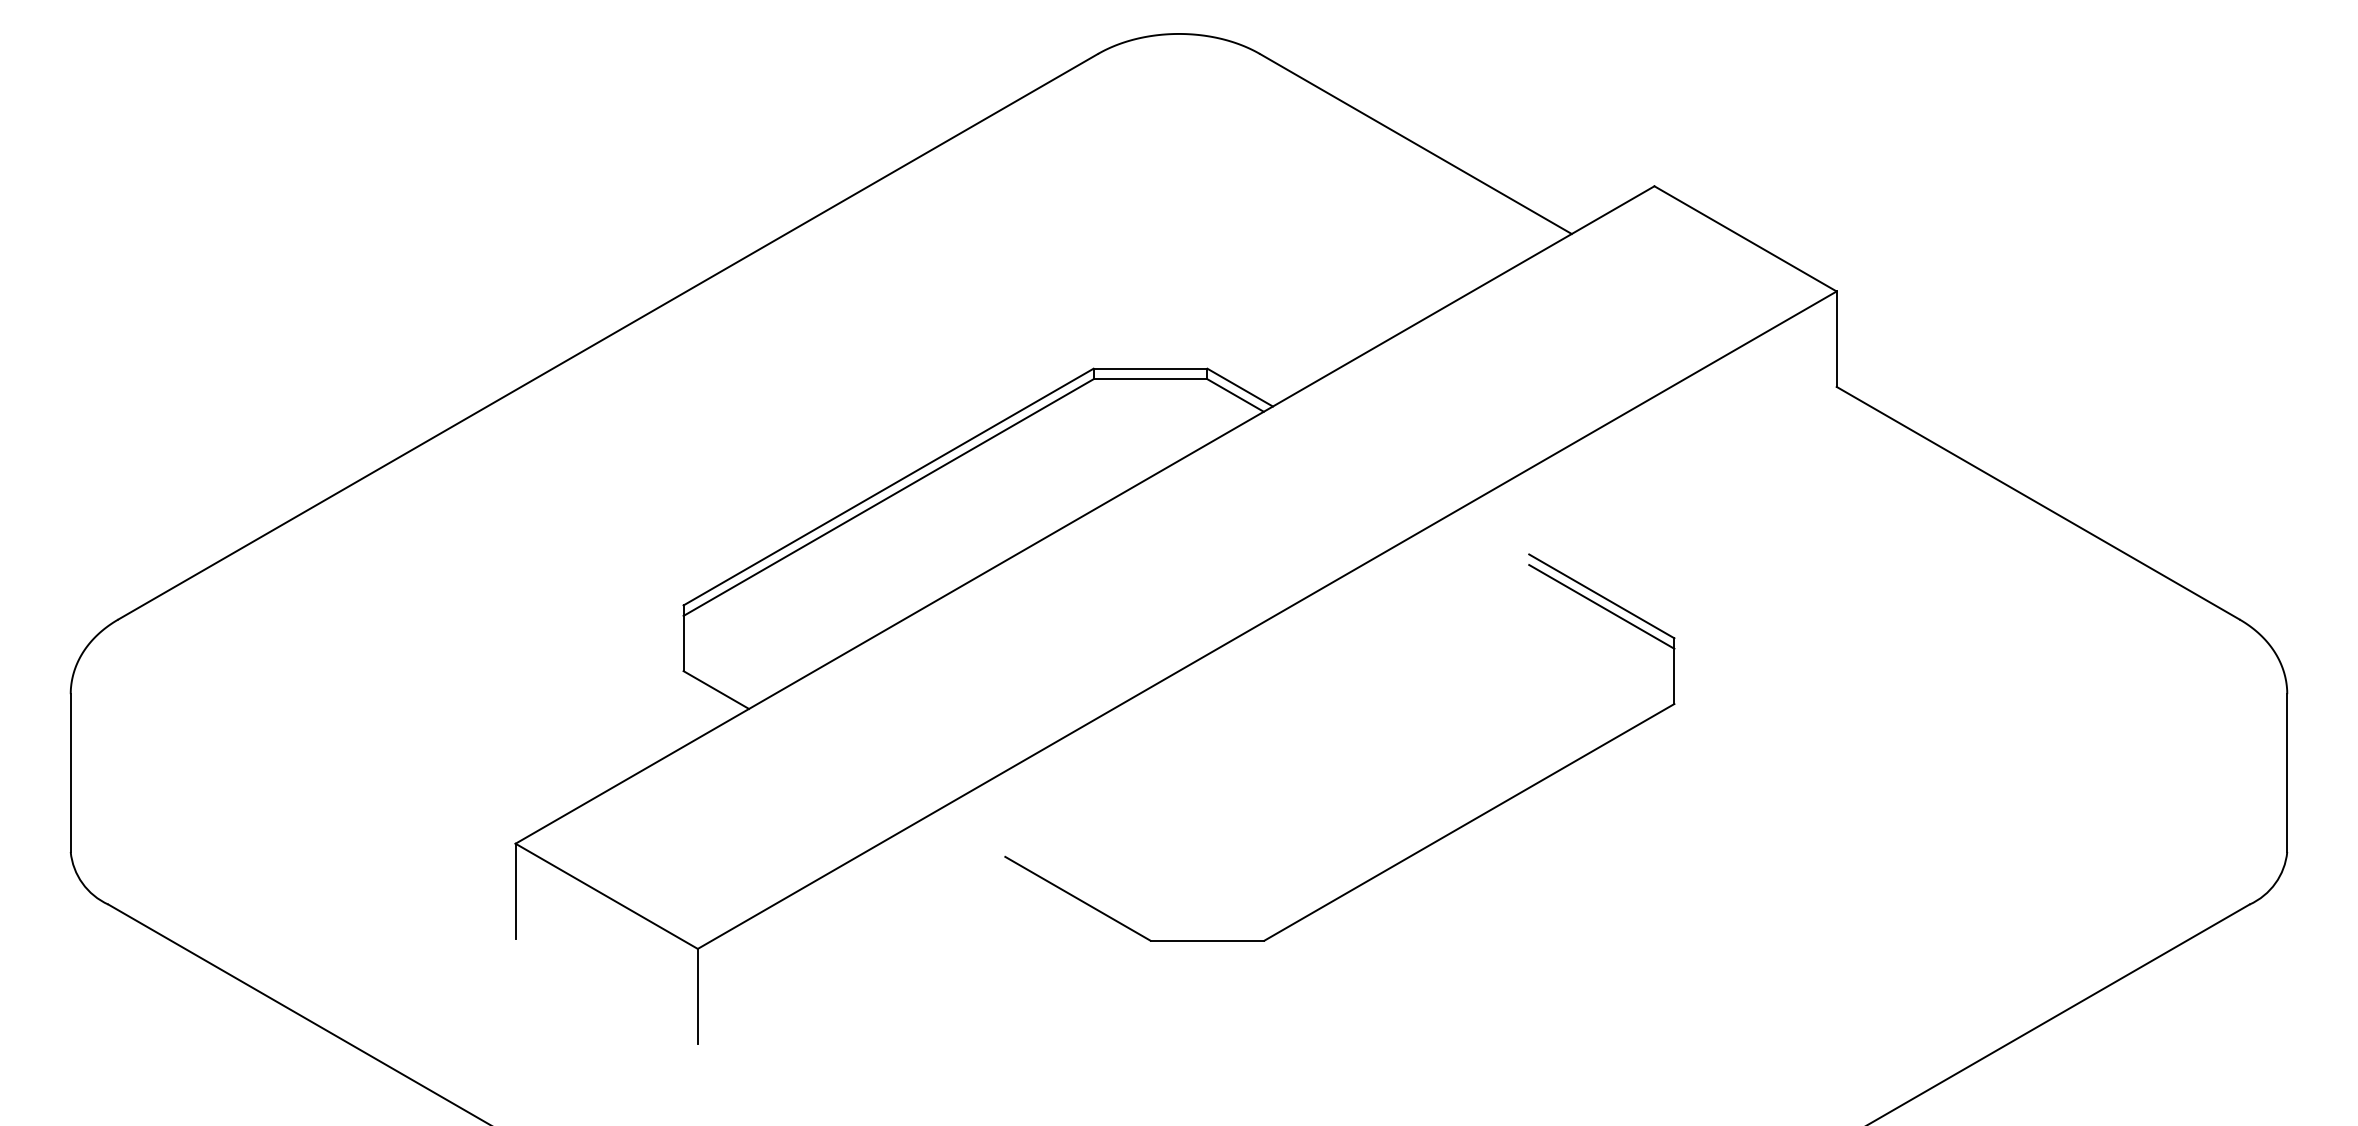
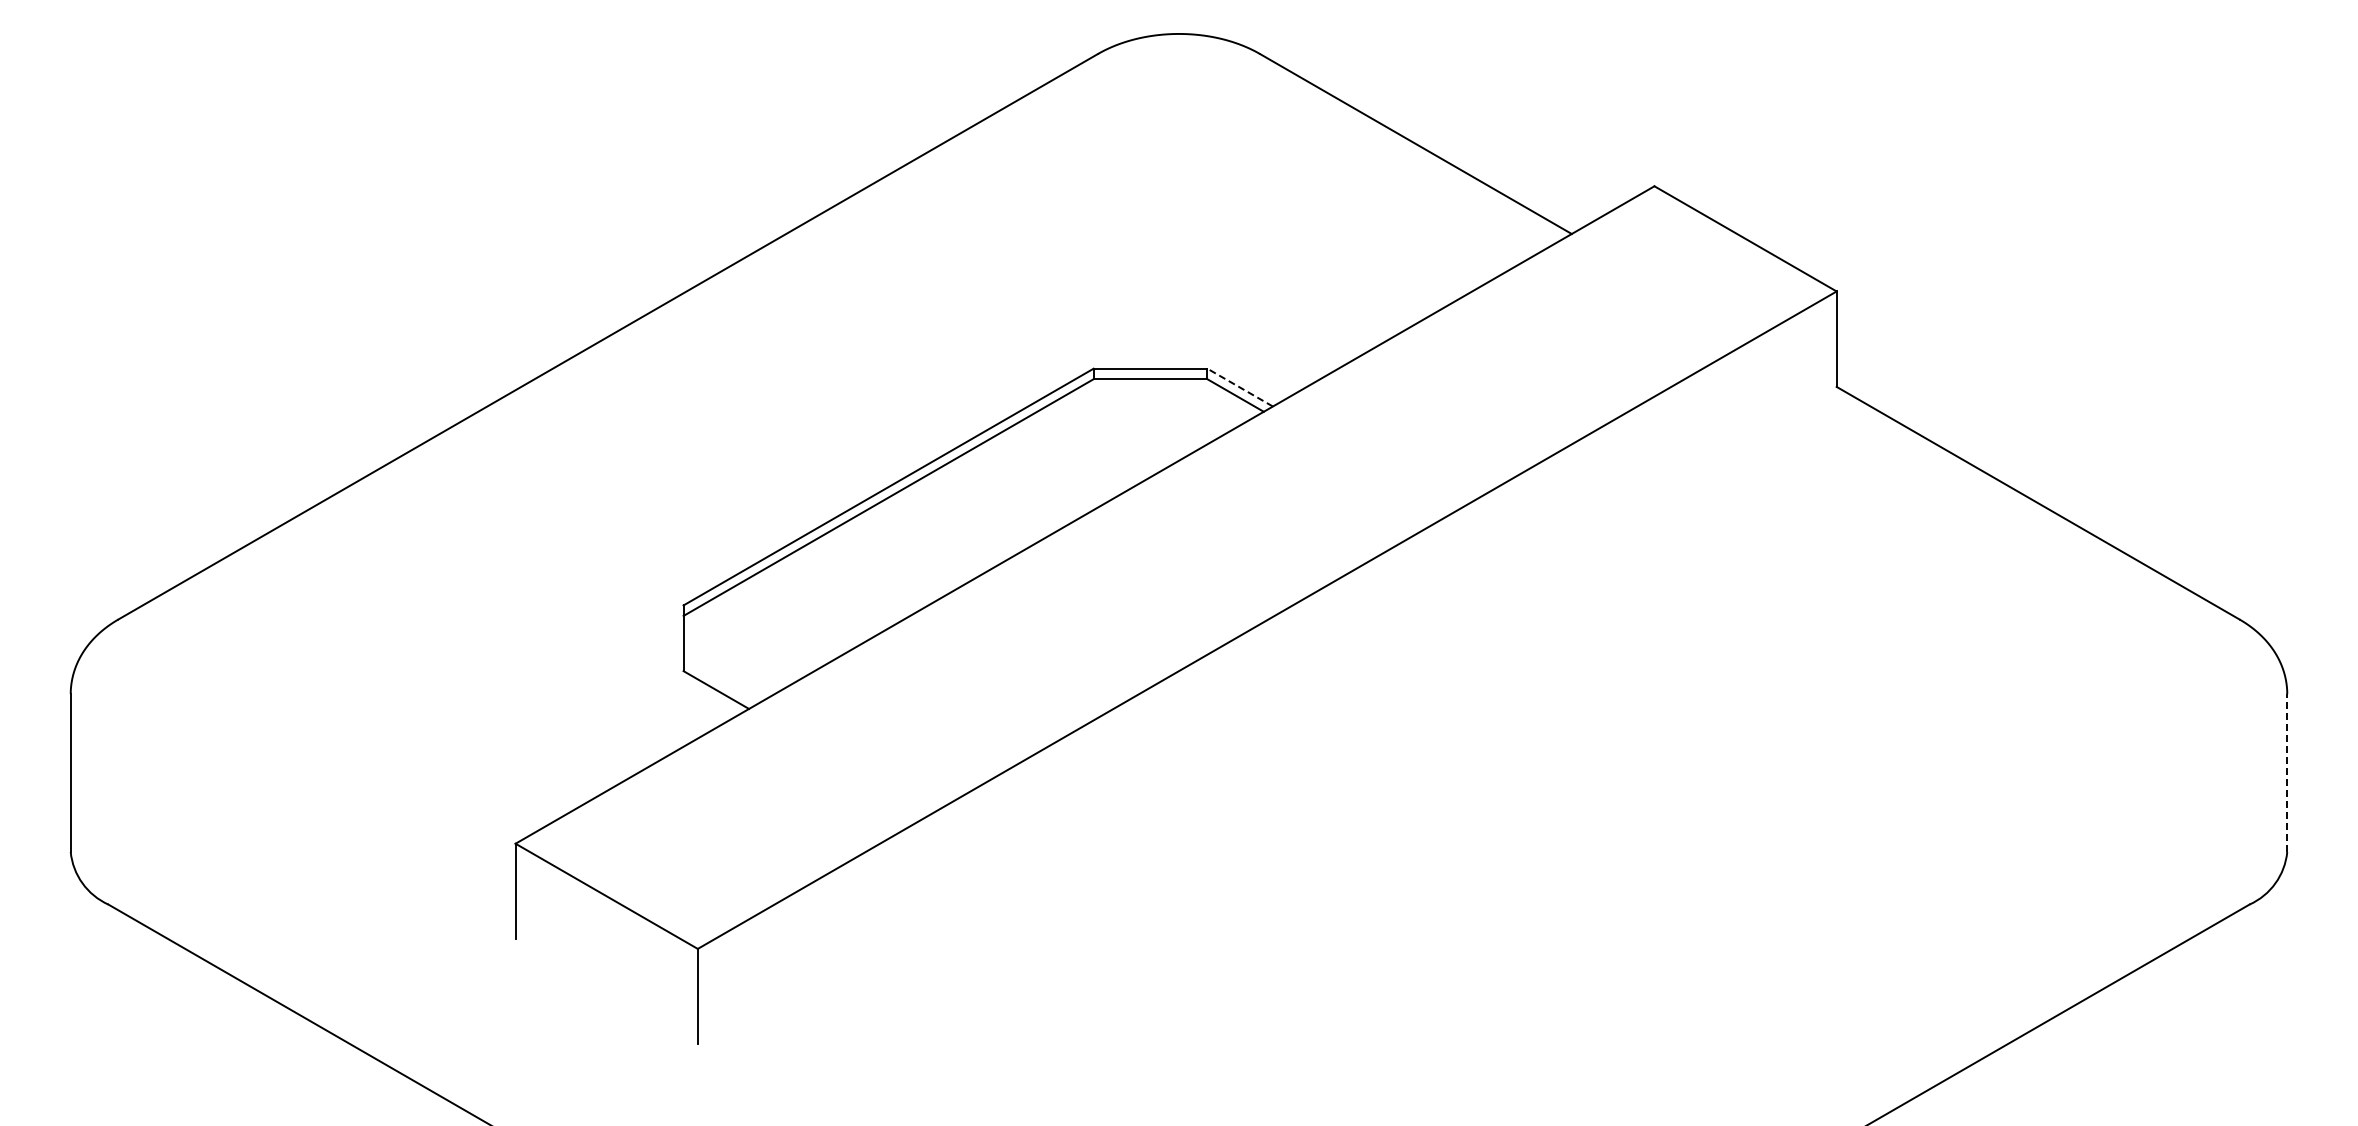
line at (1240, 387): solid -> dashed
line at (2287, 773): solid -> dashed
part at (1402, 859): present -> none
